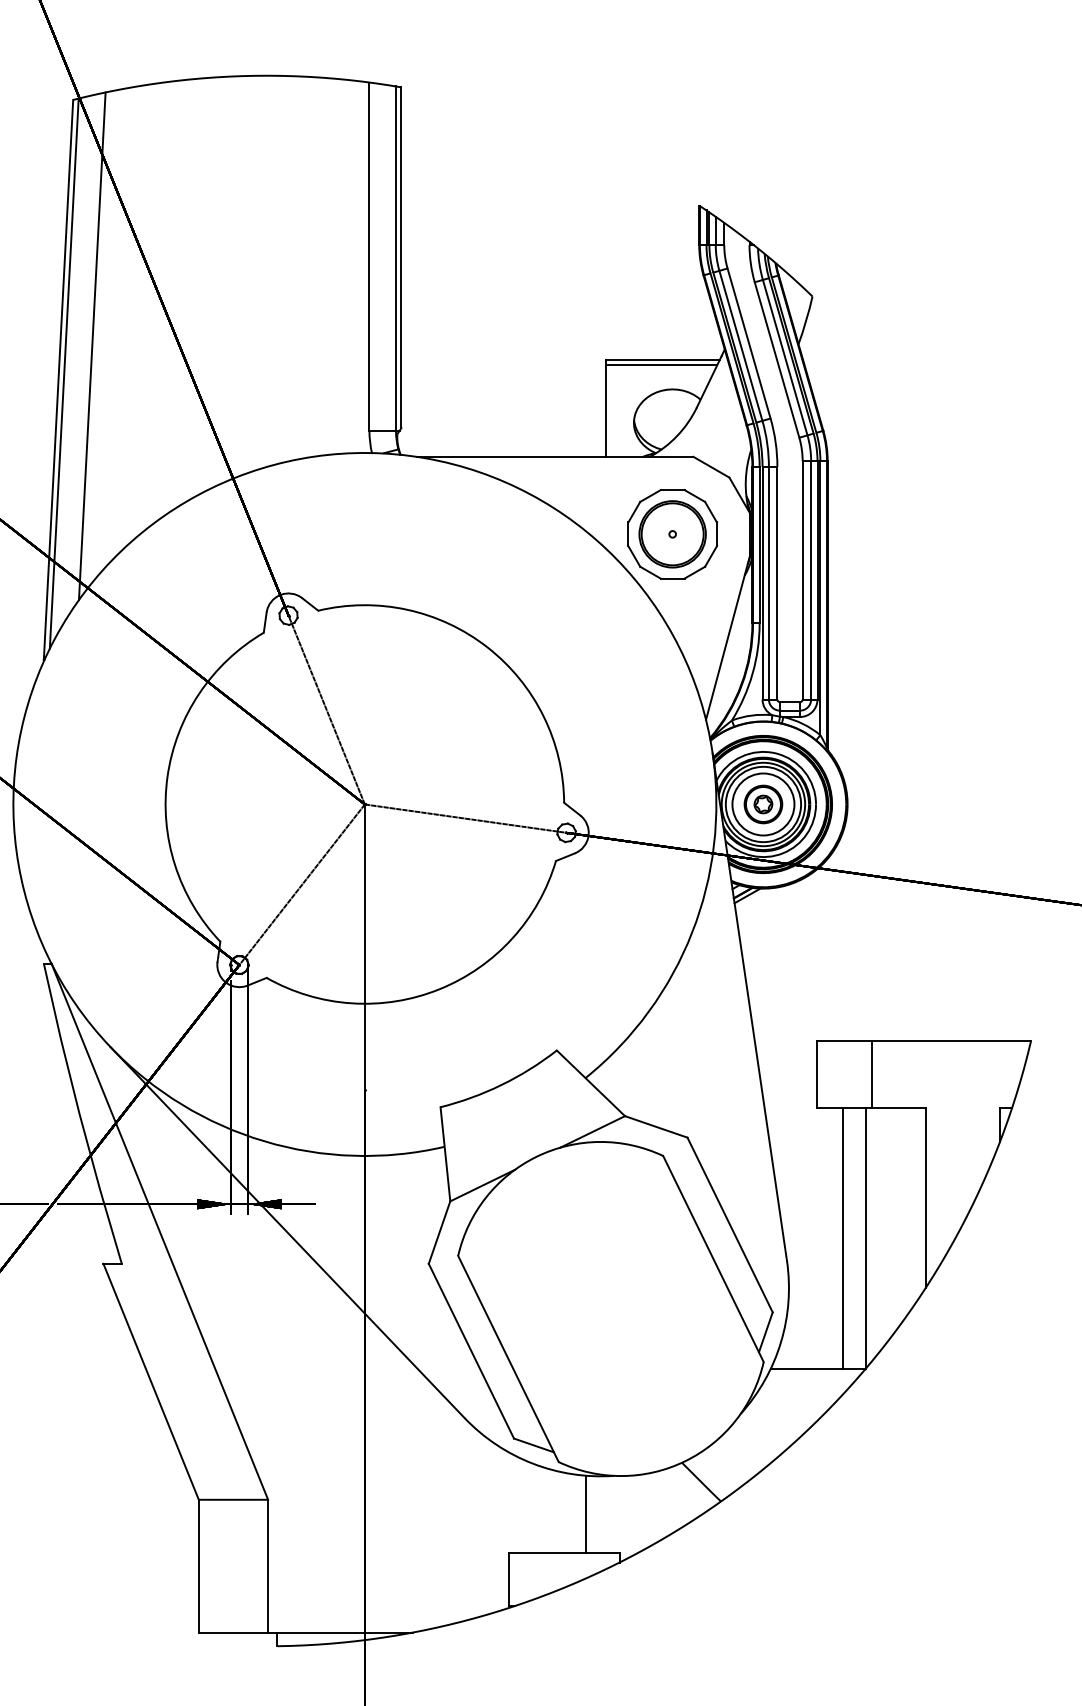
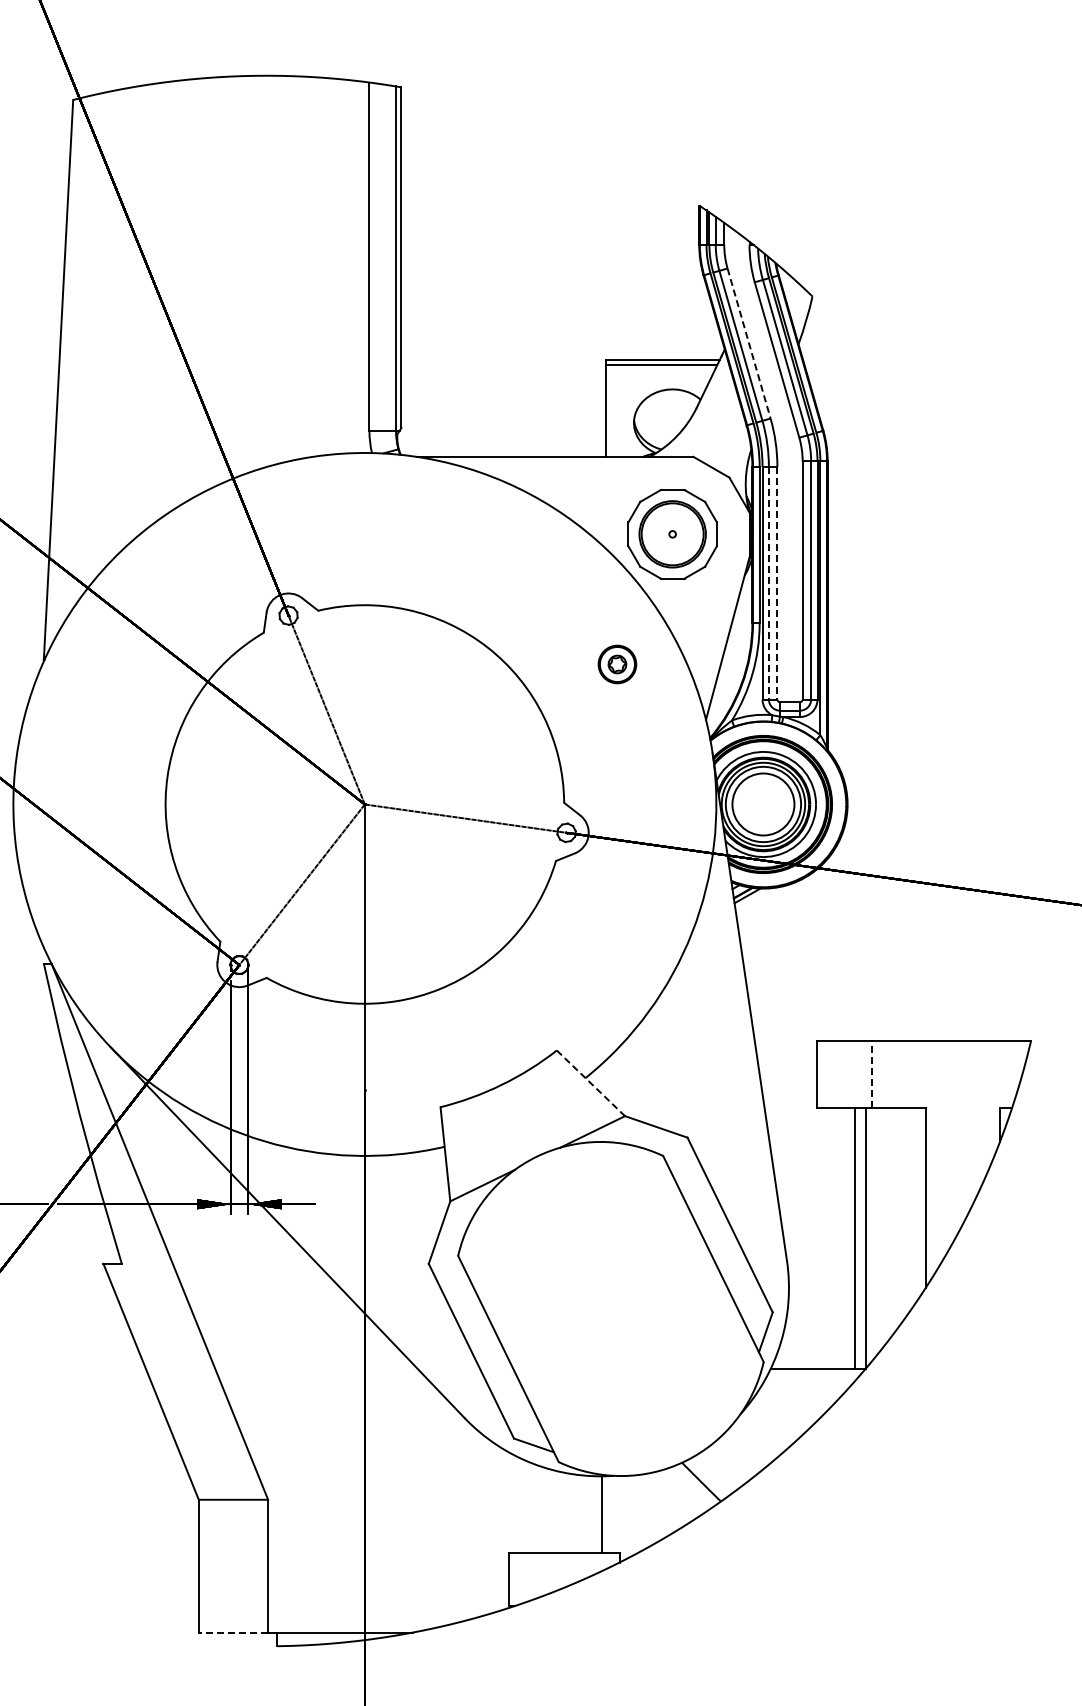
line at (749, 344): solid -> dashed
line at (91, 346): present -> none
line at (63, 373): present -> none
line at (768, 583): solid -> dashed
line at (777, 583): solid -> dashed
part at (763, 804) position: (763, 804) -> (617, 664)
line at (871, 1074): solid -> dashed
line at (591, 1083): solid -> dashed
line at (843, 1238) position: (843, 1238) -> (855, 1238)
line at (586, 1513) position: (586, 1513) -> (602, 1513)
line at (233, 1632): solid -> dashed
